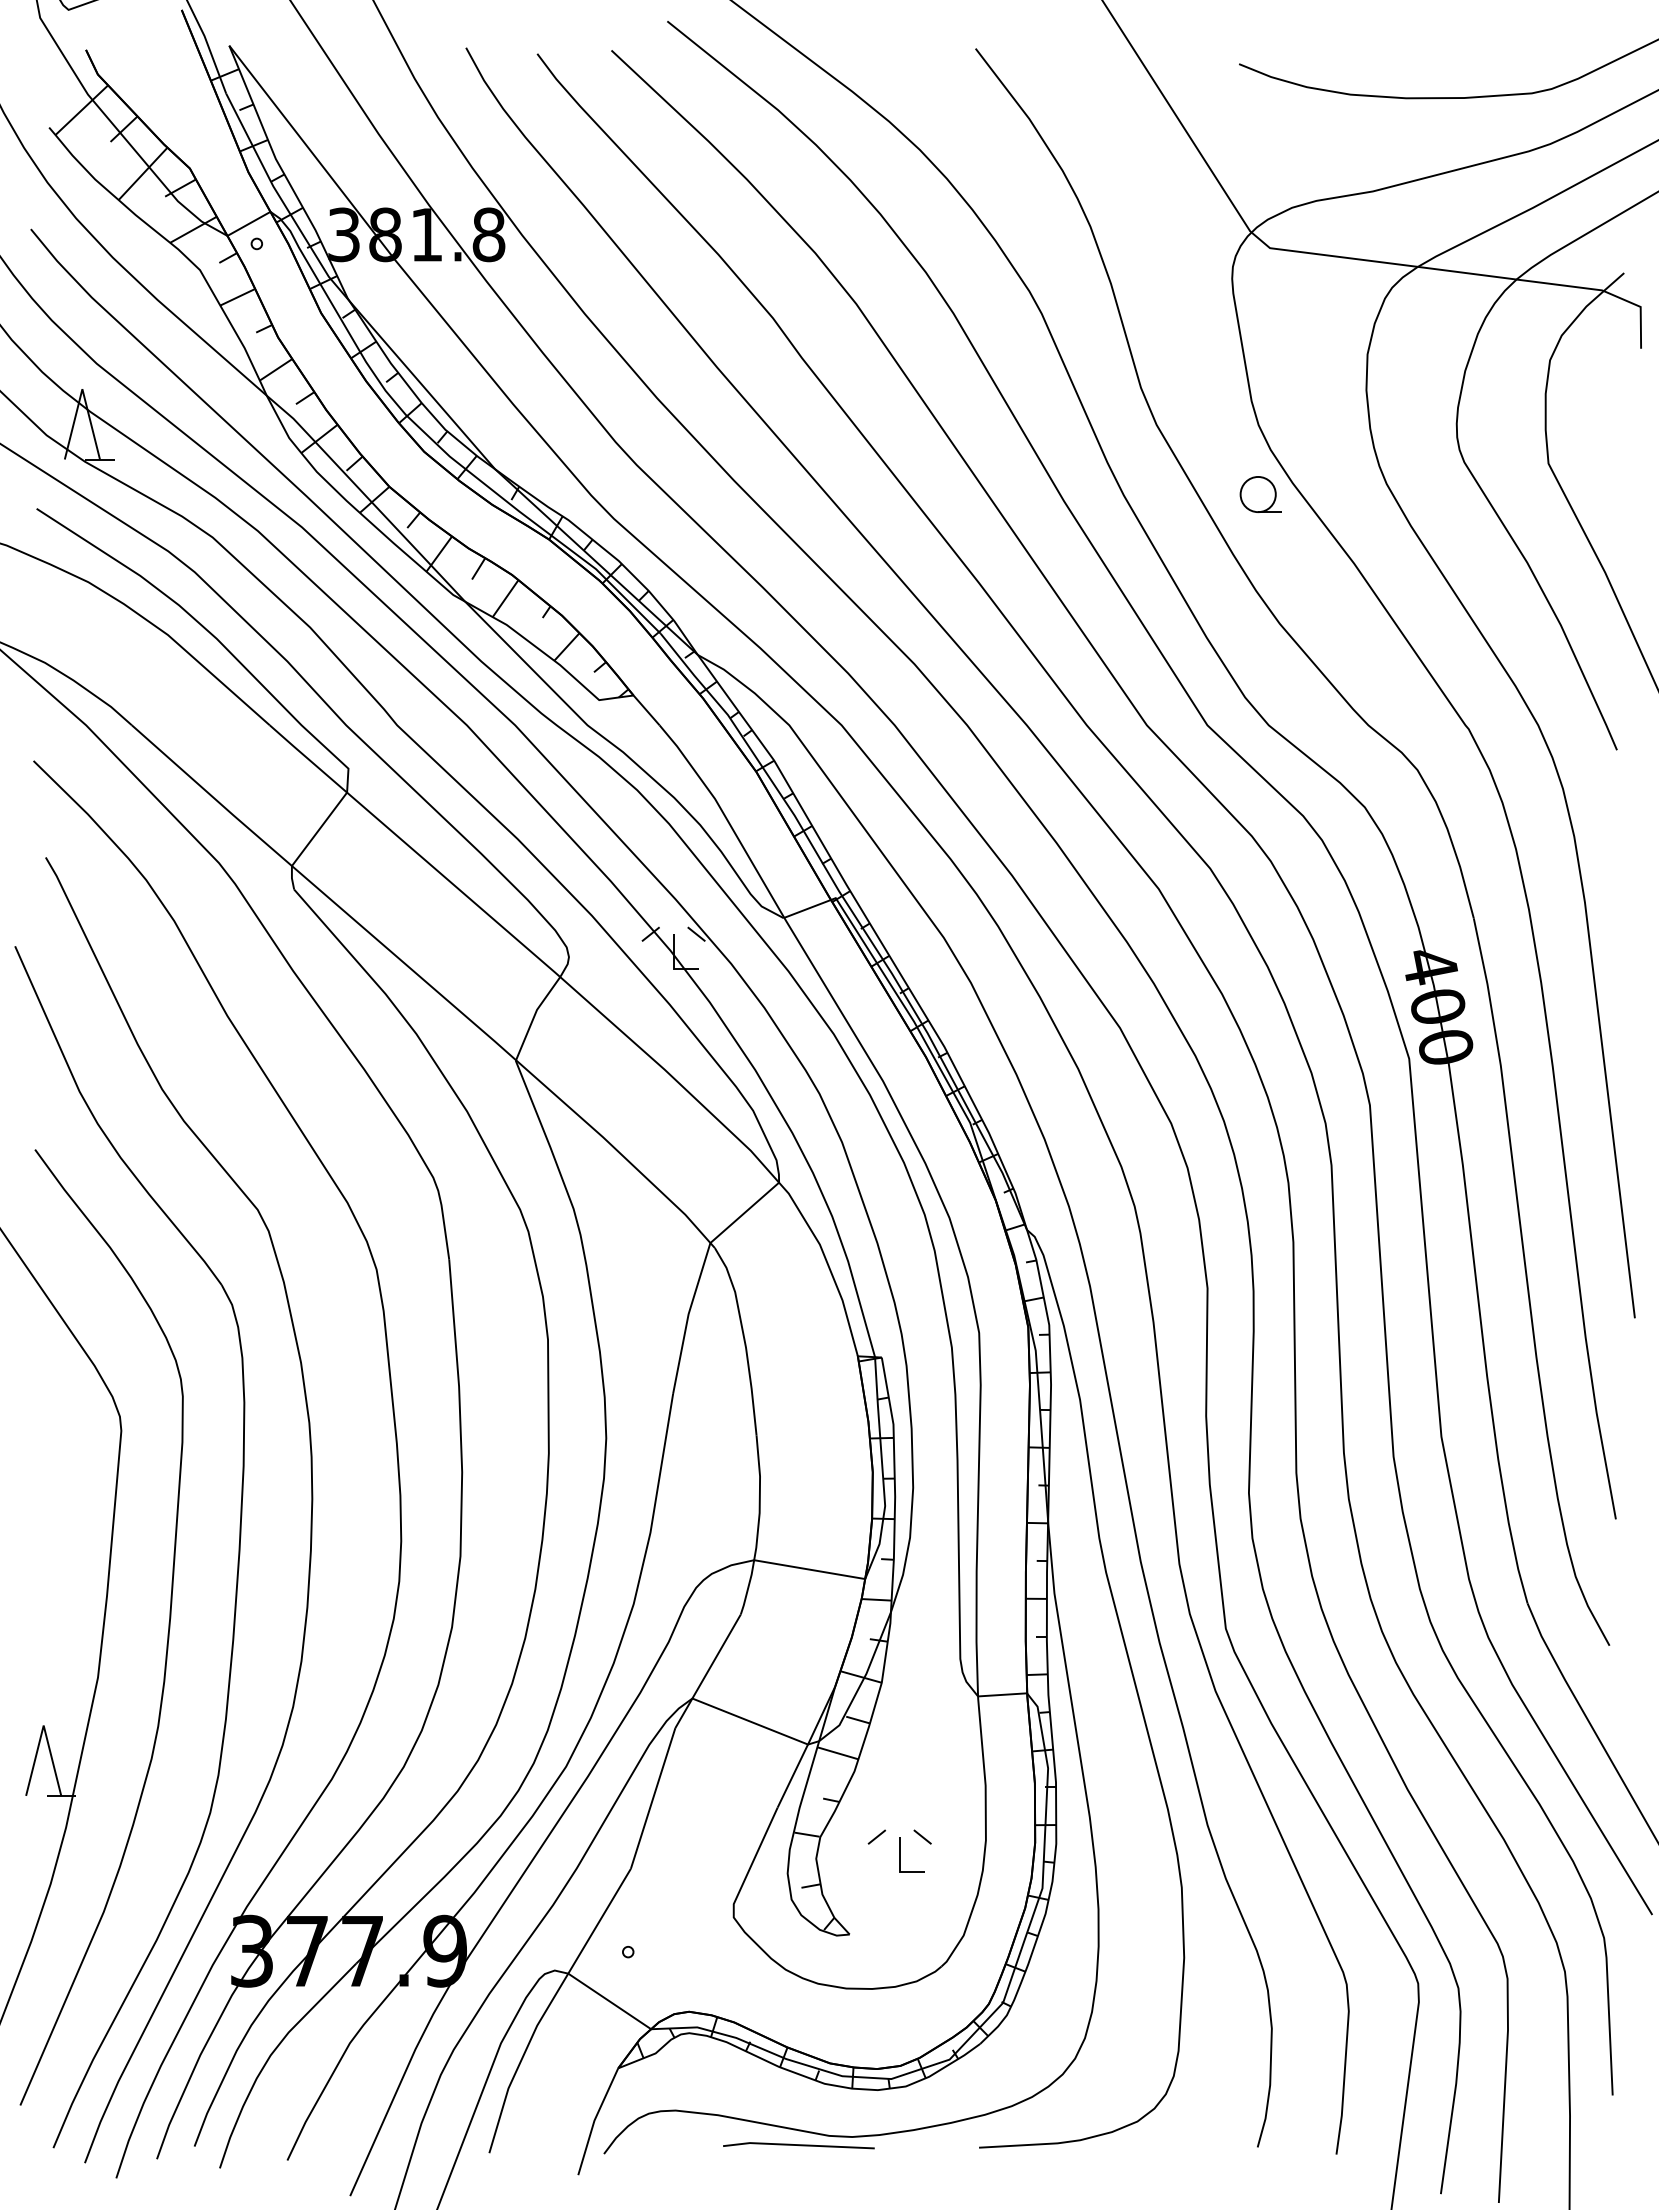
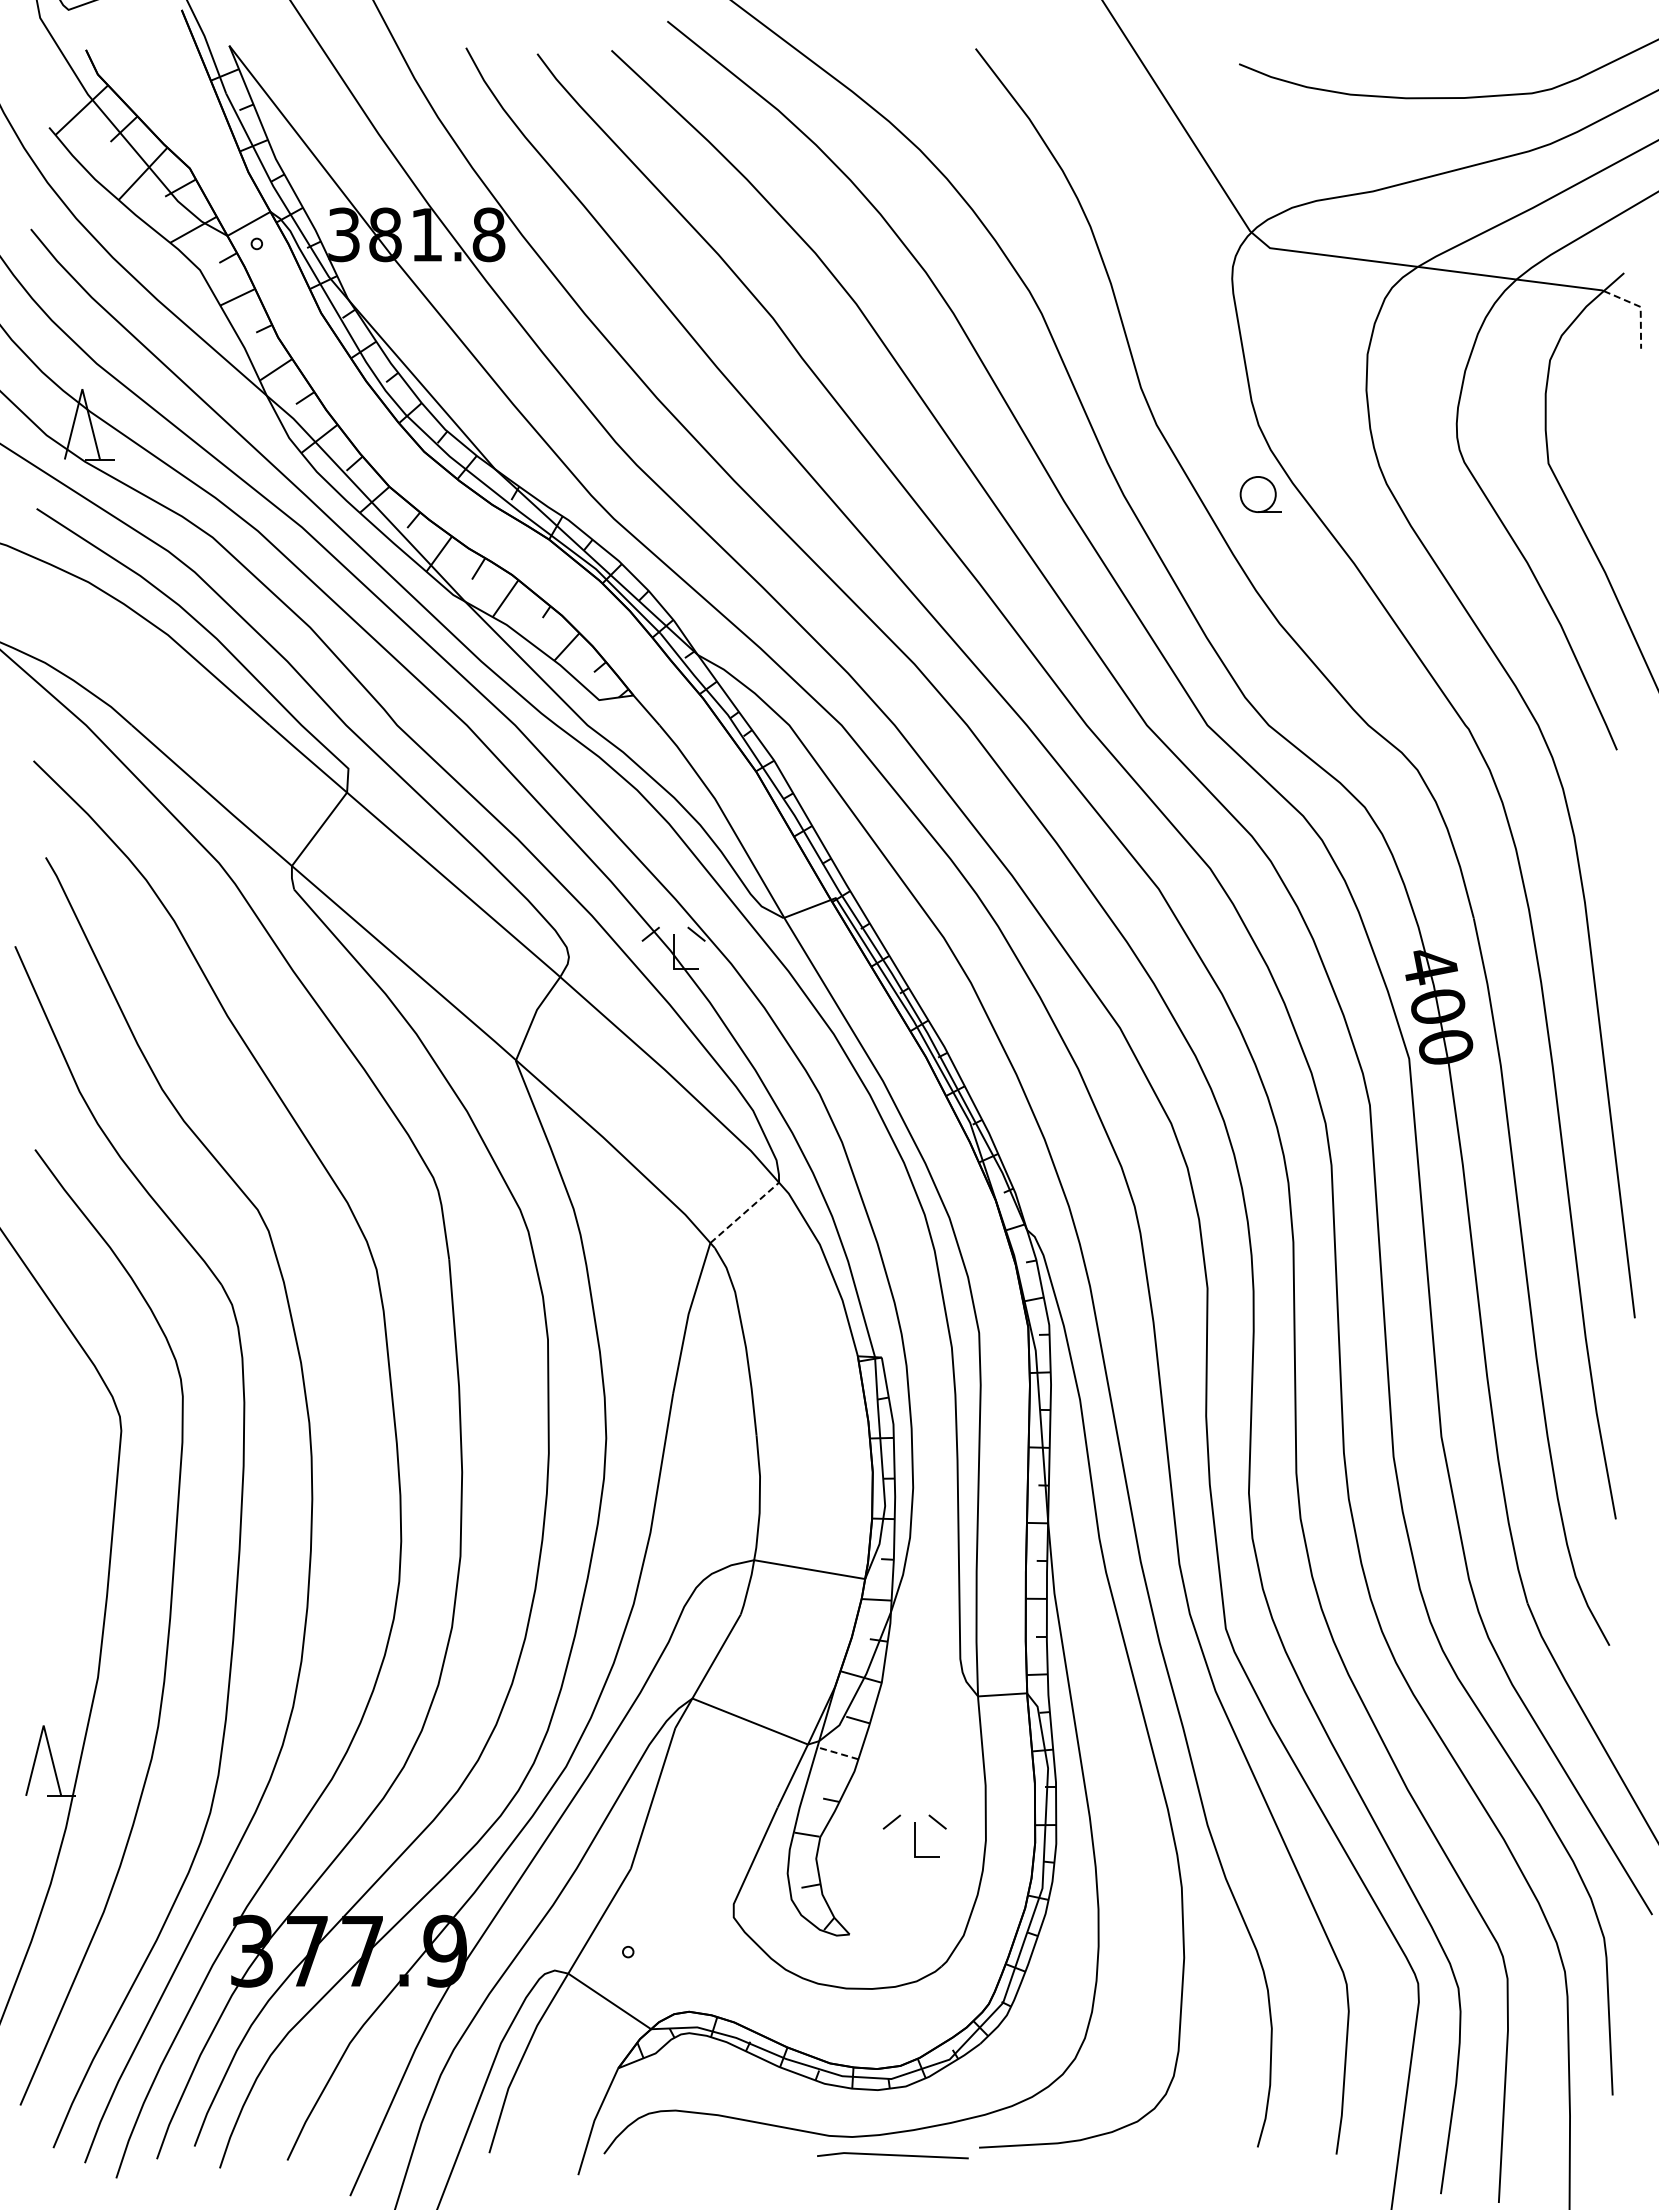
line at (1640, 306): solid -> dashed
line at (744, 1212): solid -> dashed
line at (837, 1753): solid -> dashed
part at (899, 1850) position: (899, 1850) -> (914, 1835)
line at (798, 2145) position: (798, 2145) -> (892, 2155)
